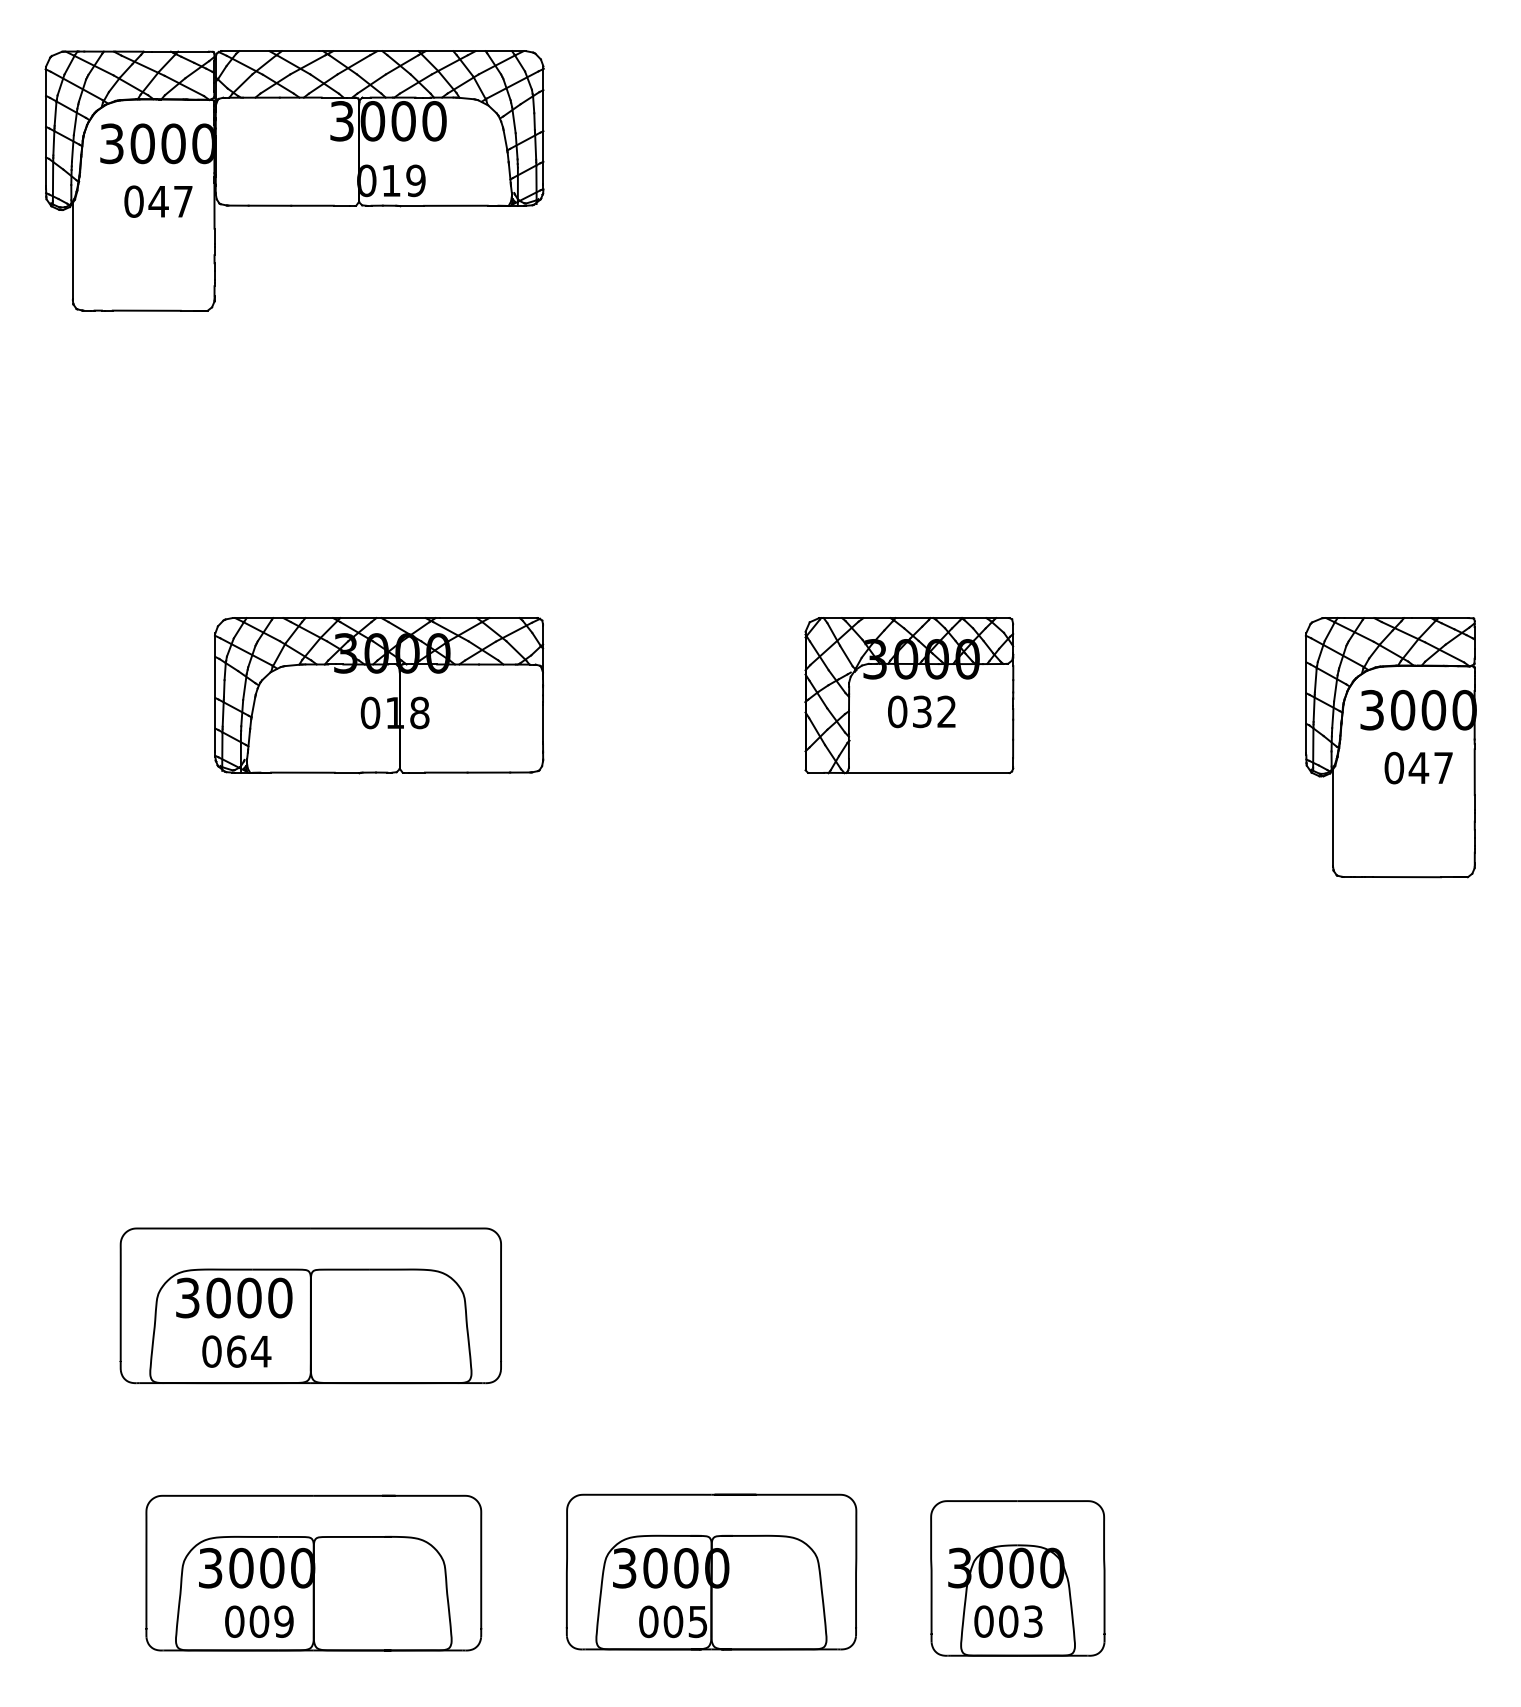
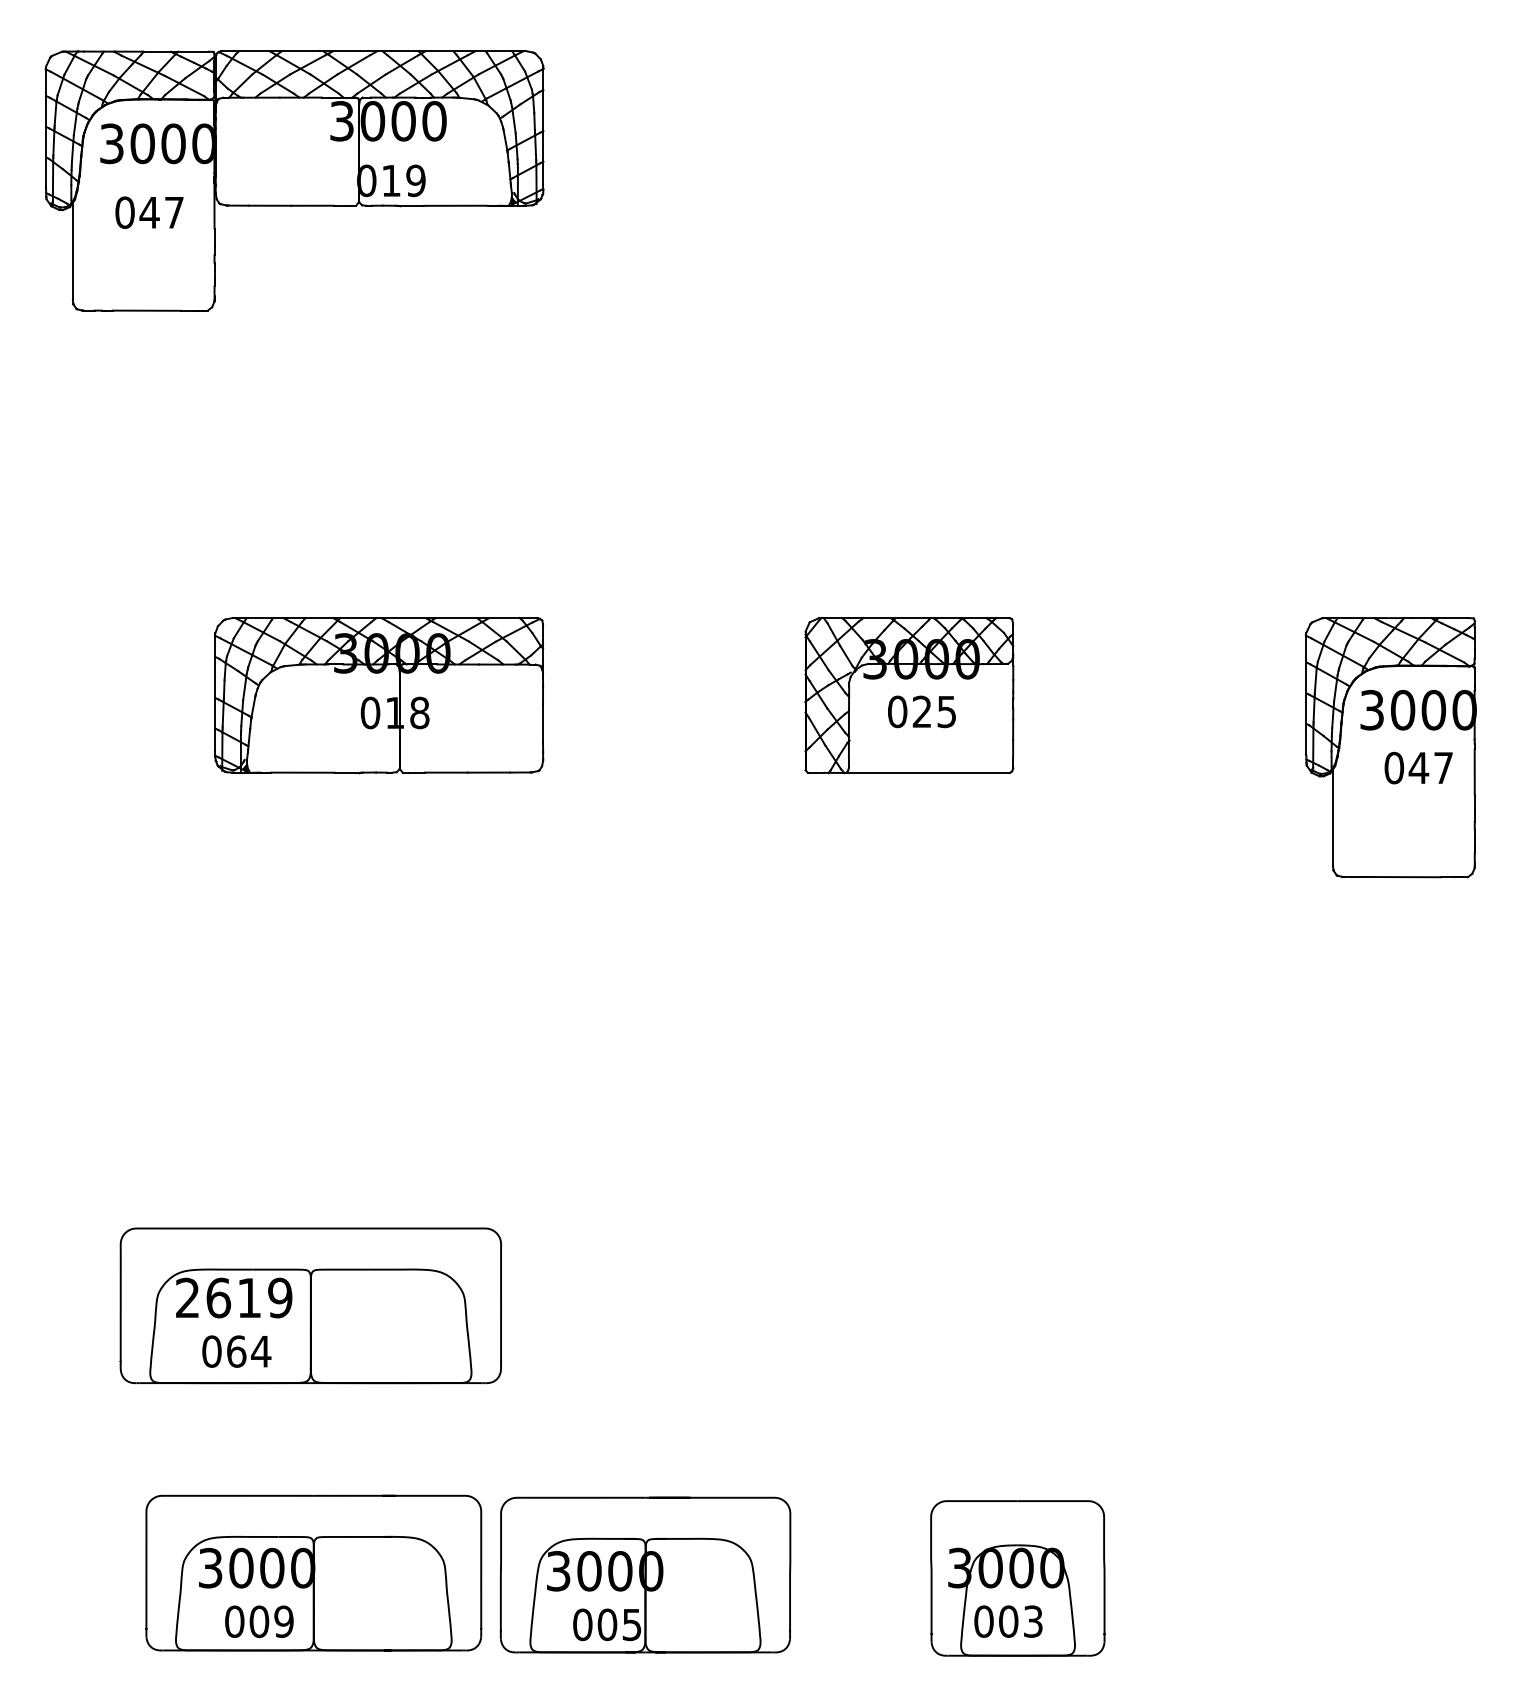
text at (158, 201) position: (158, 201) -> (149, 212)
text at (933, 711): 032 -> 025
text at (234, 1297): 3000 -> 2619
part at (711, 1571) position: (711, 1571) -> (645, 1574)
